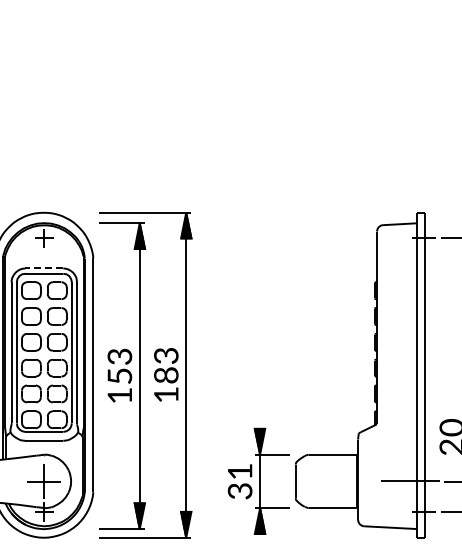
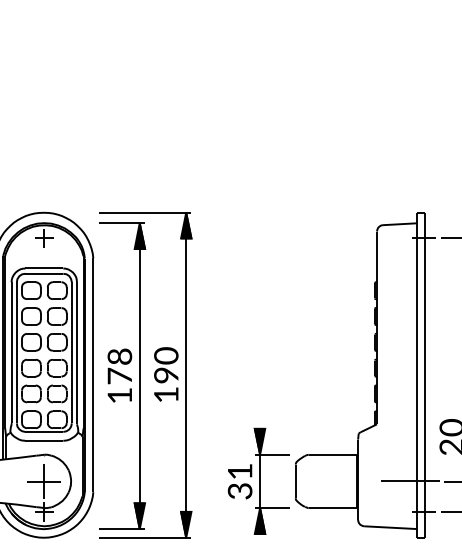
line at (44, 268): dashed -> solid
text at (166, 365): 183 -> 190
text at (119, 366): 153 -> 178
